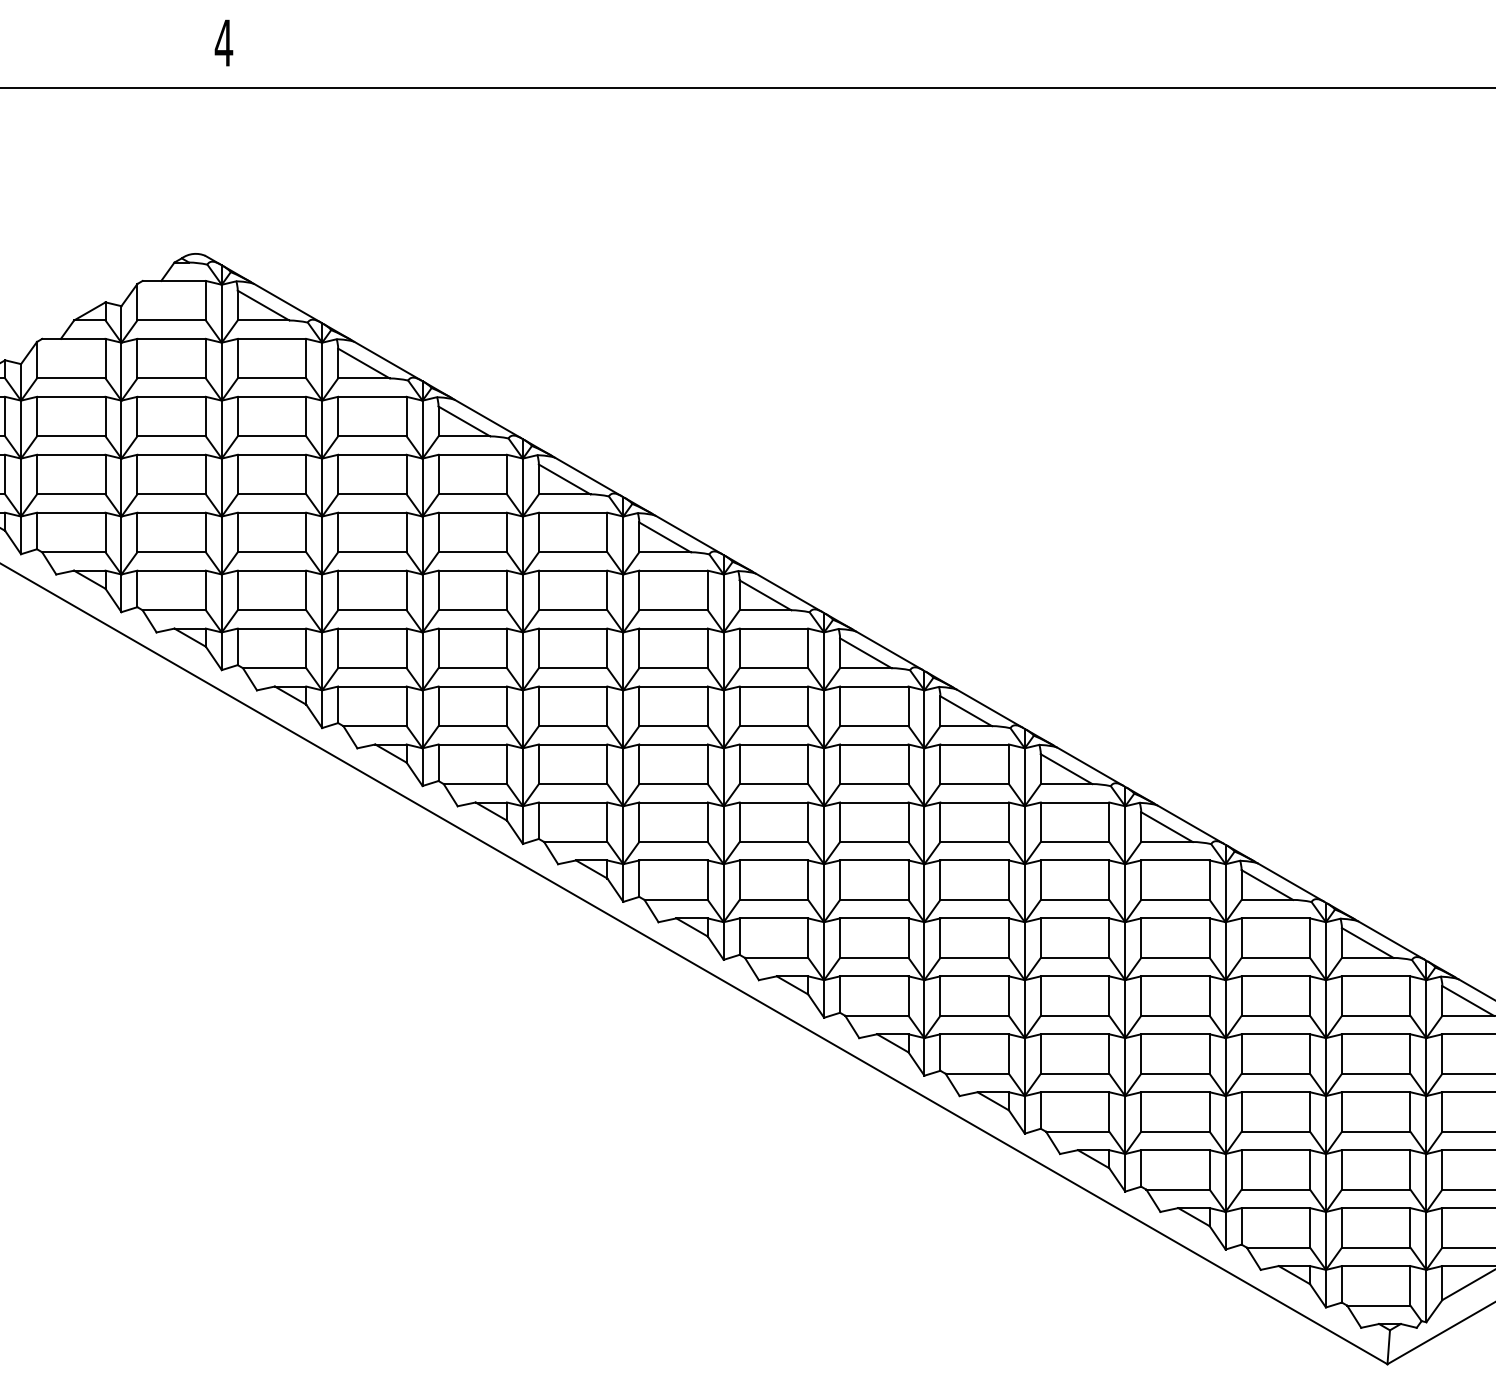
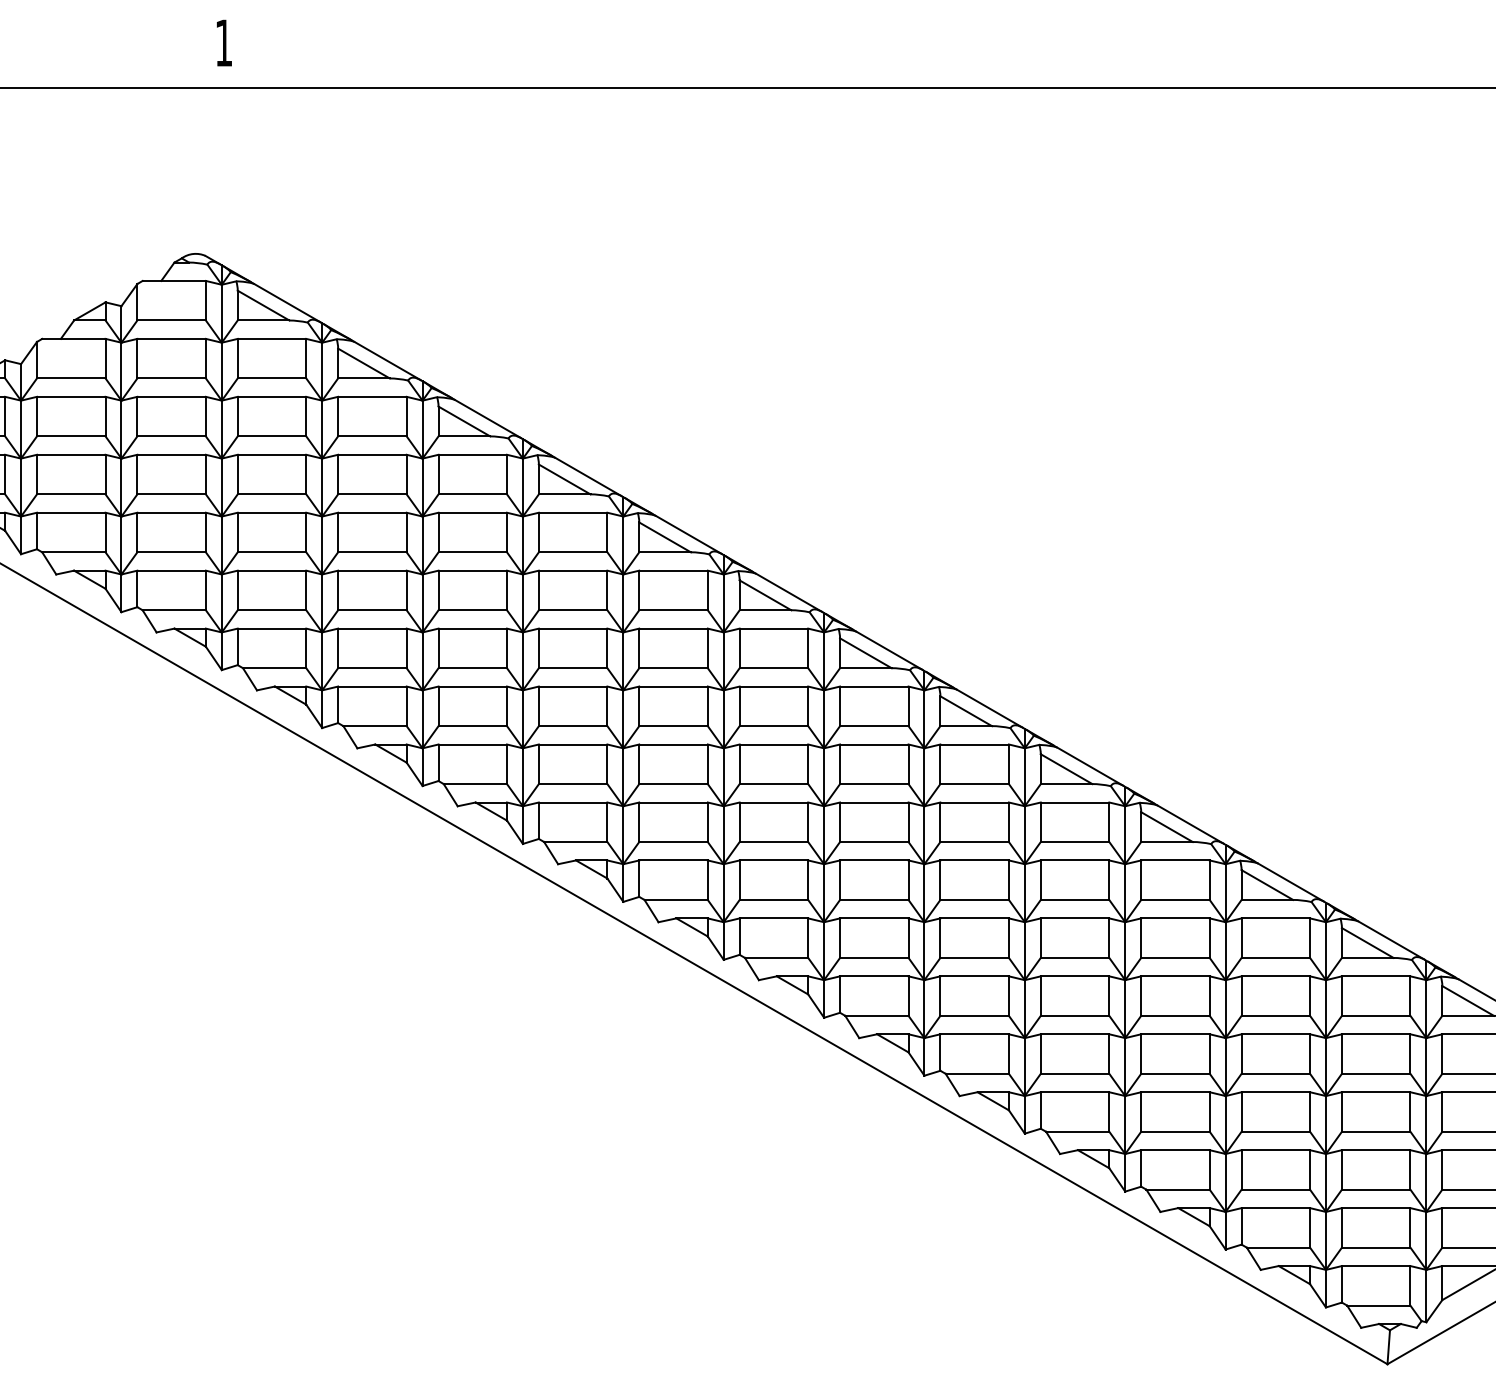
text at (223, 42): 4 -> 1
